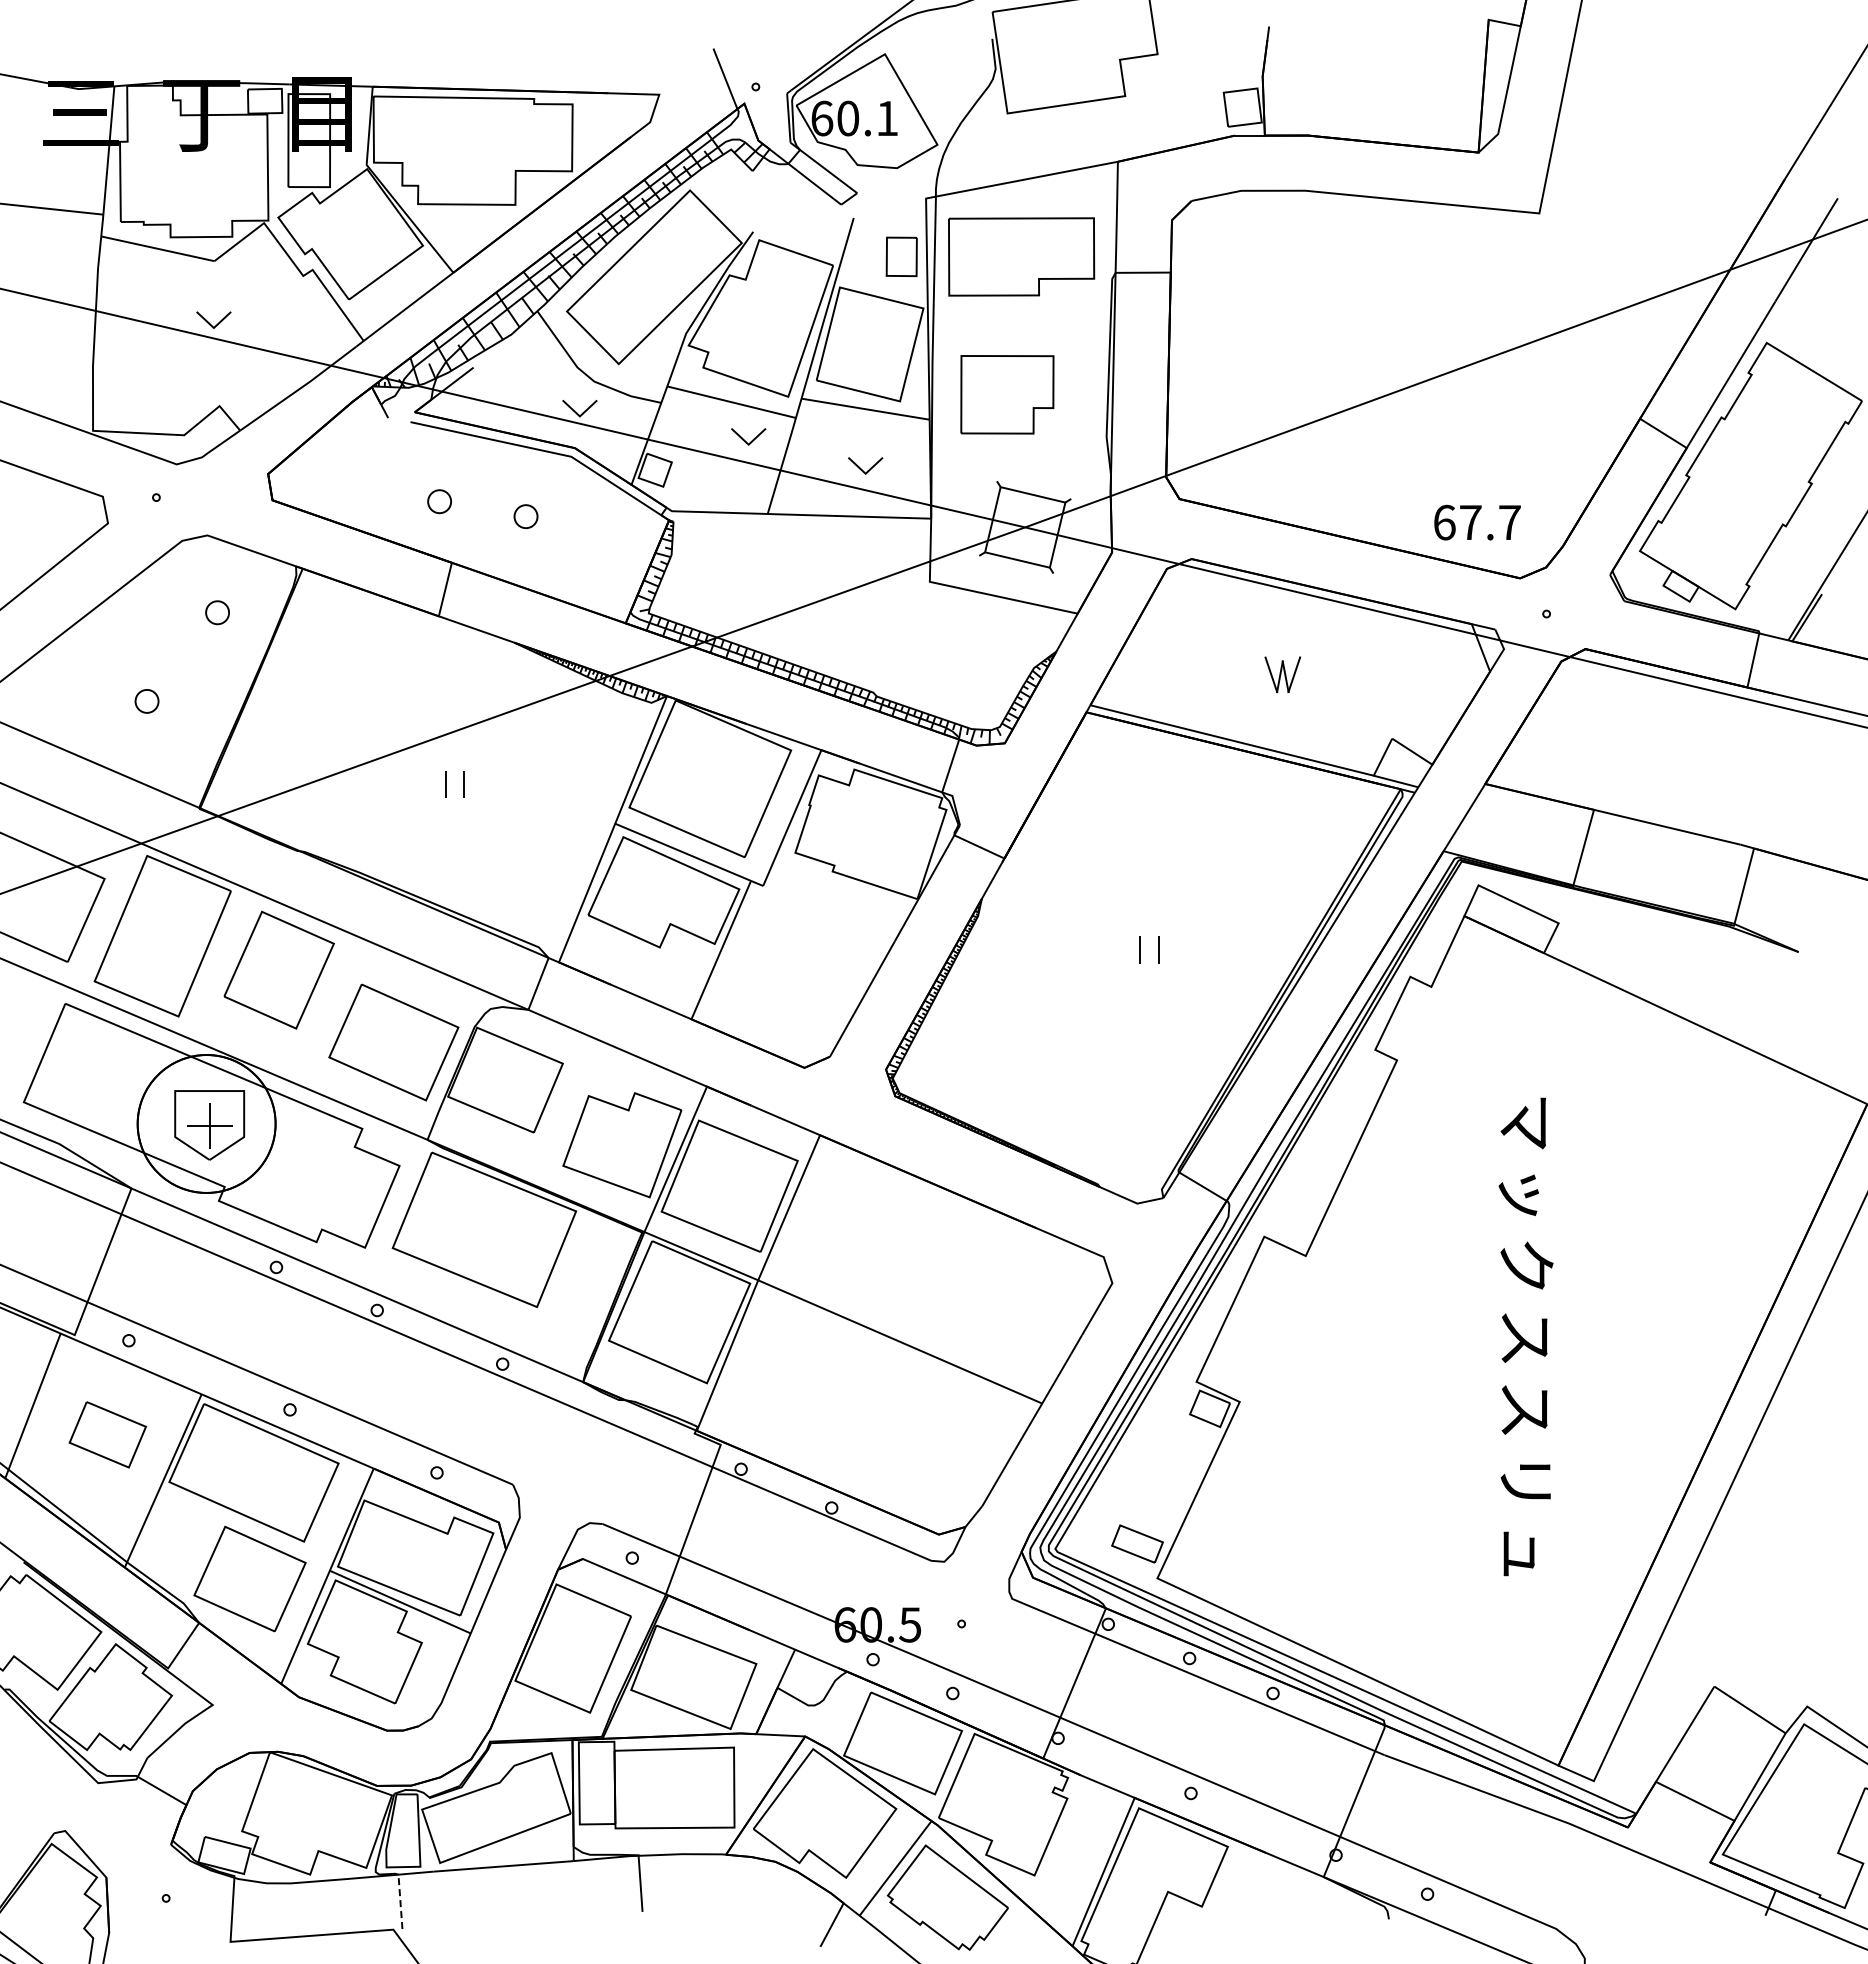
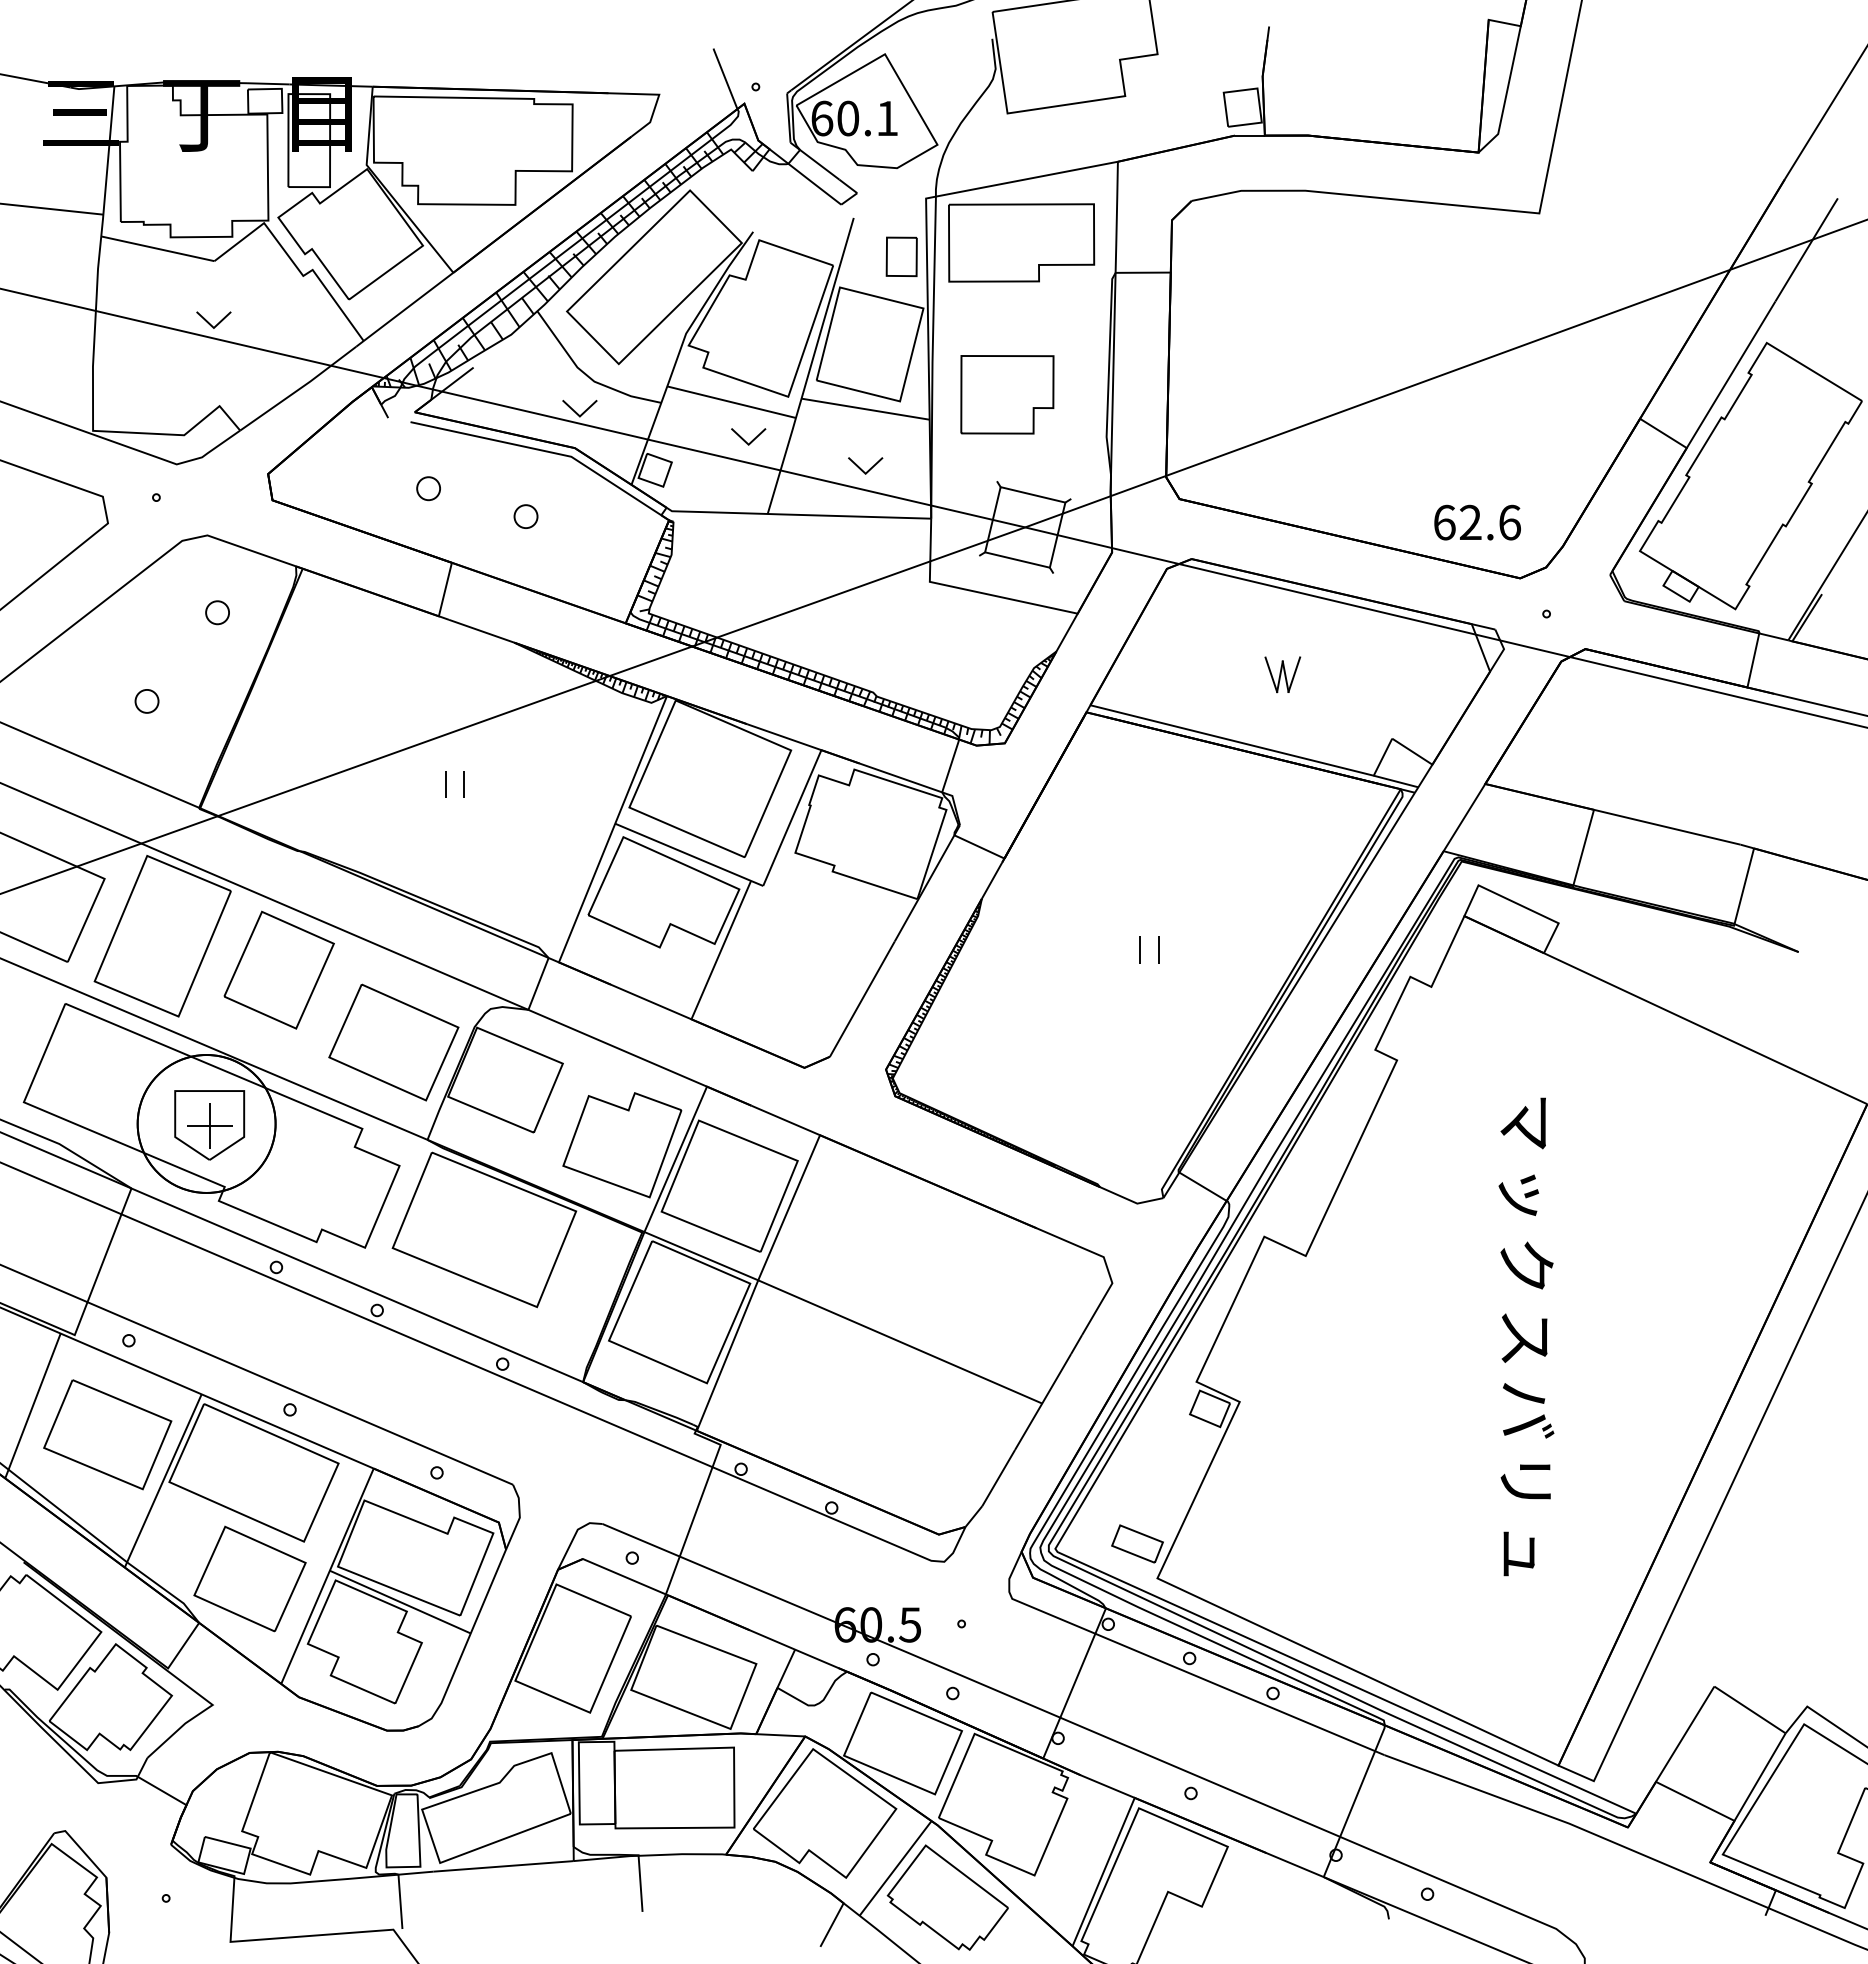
part at (1021, 256) position: (1021, 256) -> (1021, 242)
part at (439, 501) position: (439, 501) -> (428, 488)
text at (1489, 522): 67.7 -> 62.6
text at (1527, 1410): ス -> バ
part at (107, 1434) size: 79x68 px -> 130x112 px
line at (400, 1901): dashed -> solid
